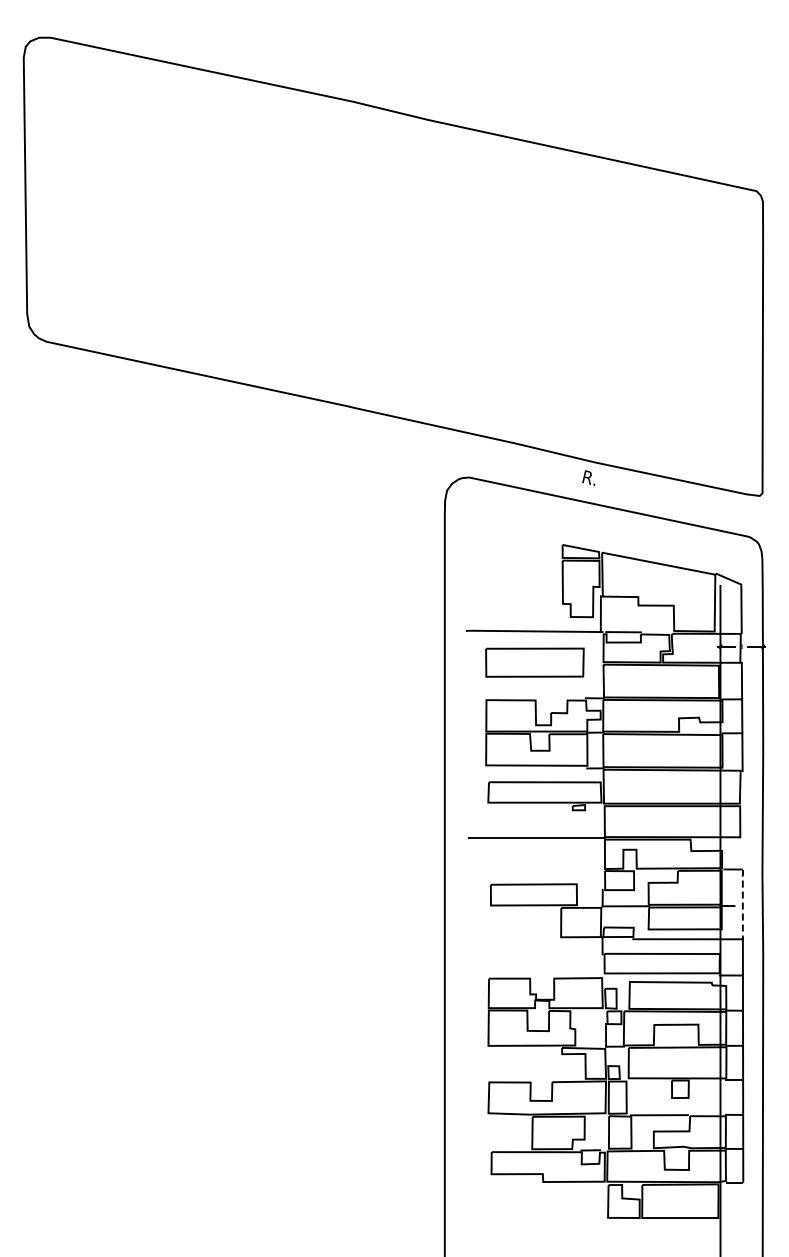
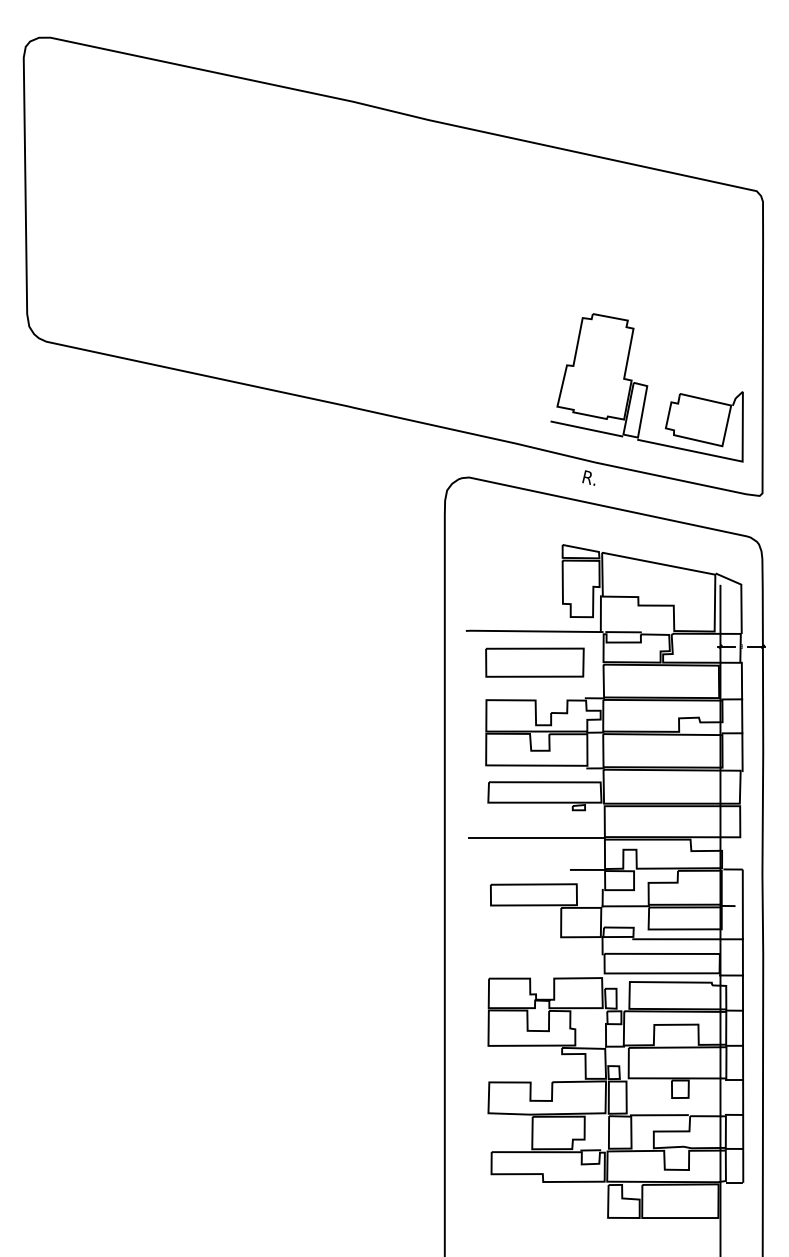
part at (646, 387): none -> present
line at (587, 869): none -> present
line at (742, 903): dashed -> solid
